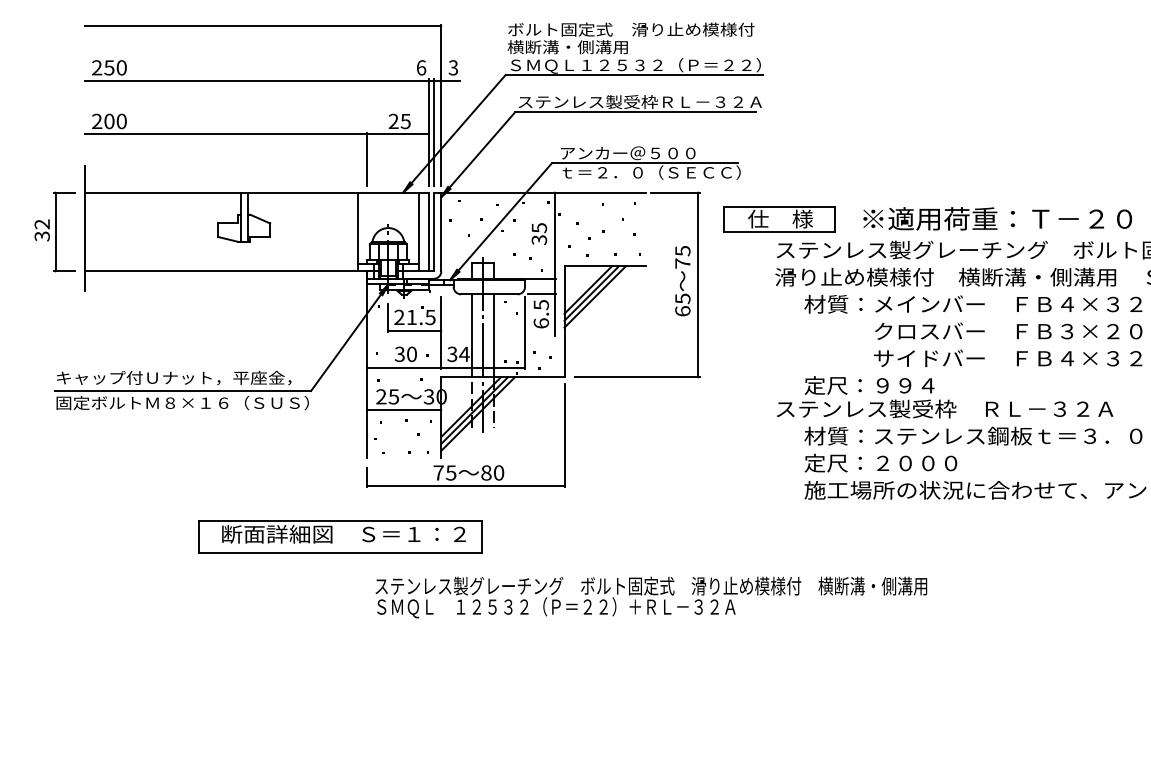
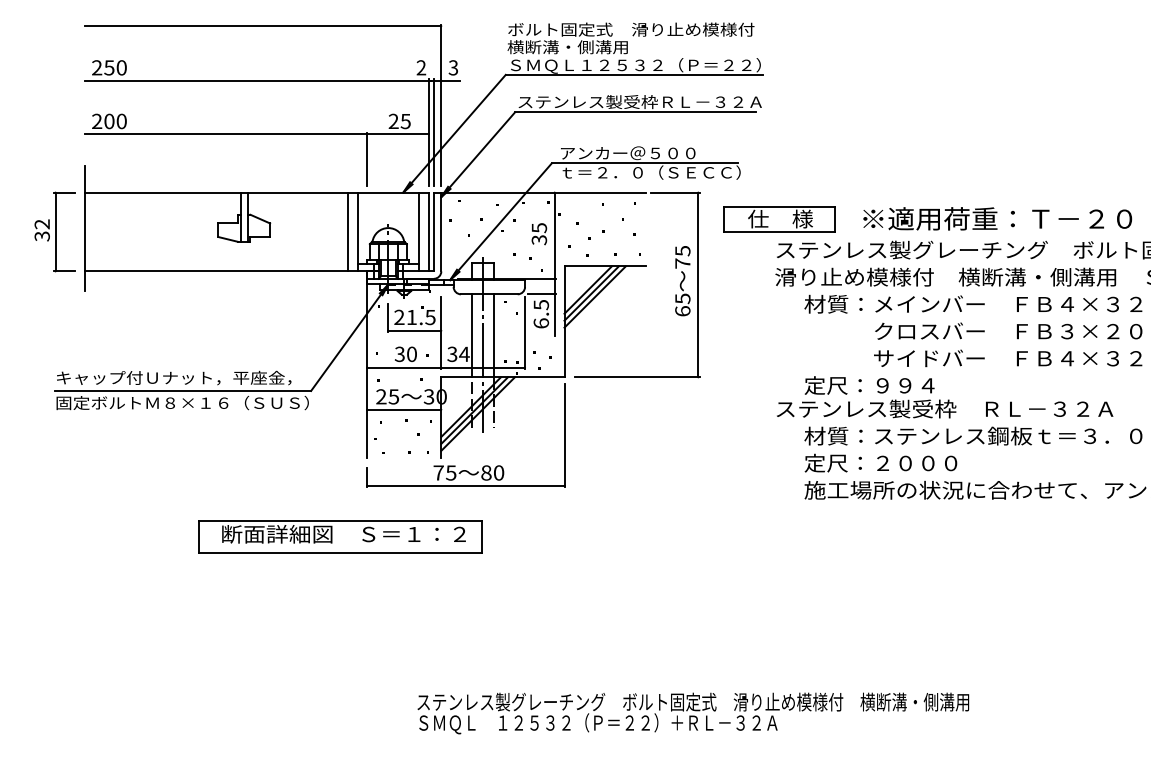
text at (421, 67): 6 -> 2
line at (347, 231): none -> present
text at (651, 597) position: (651, 597) -> (693, 713)
